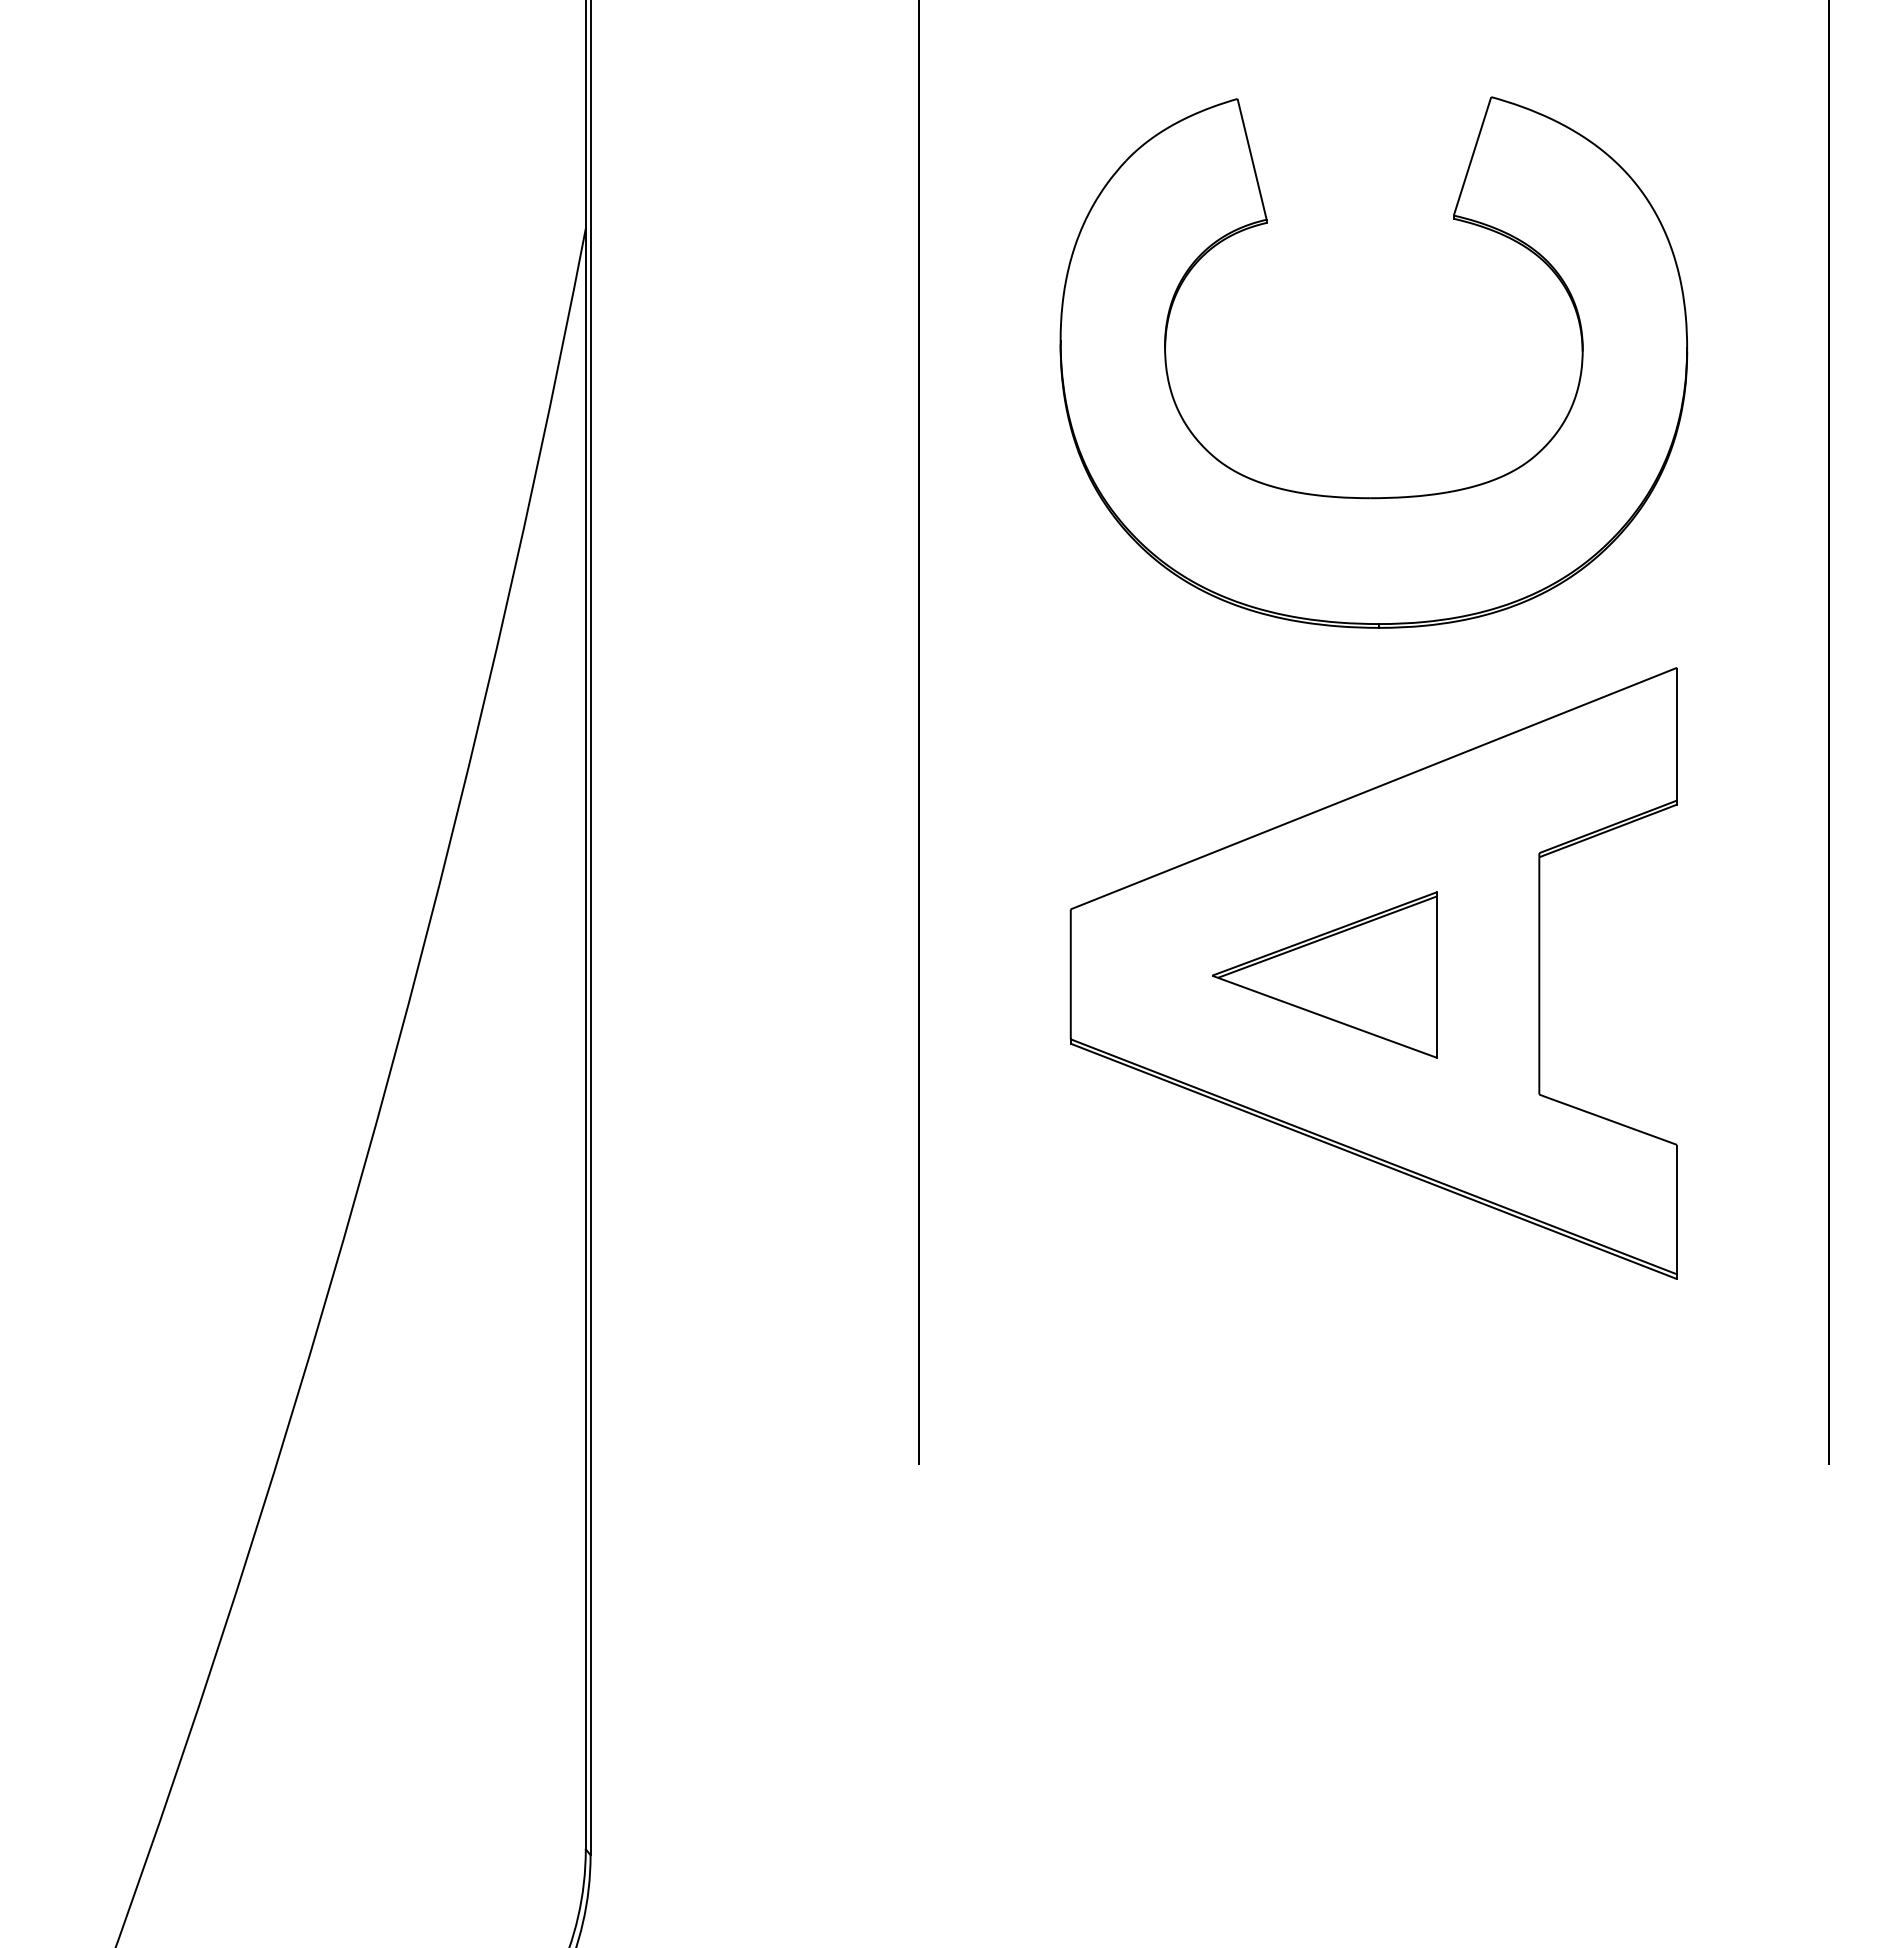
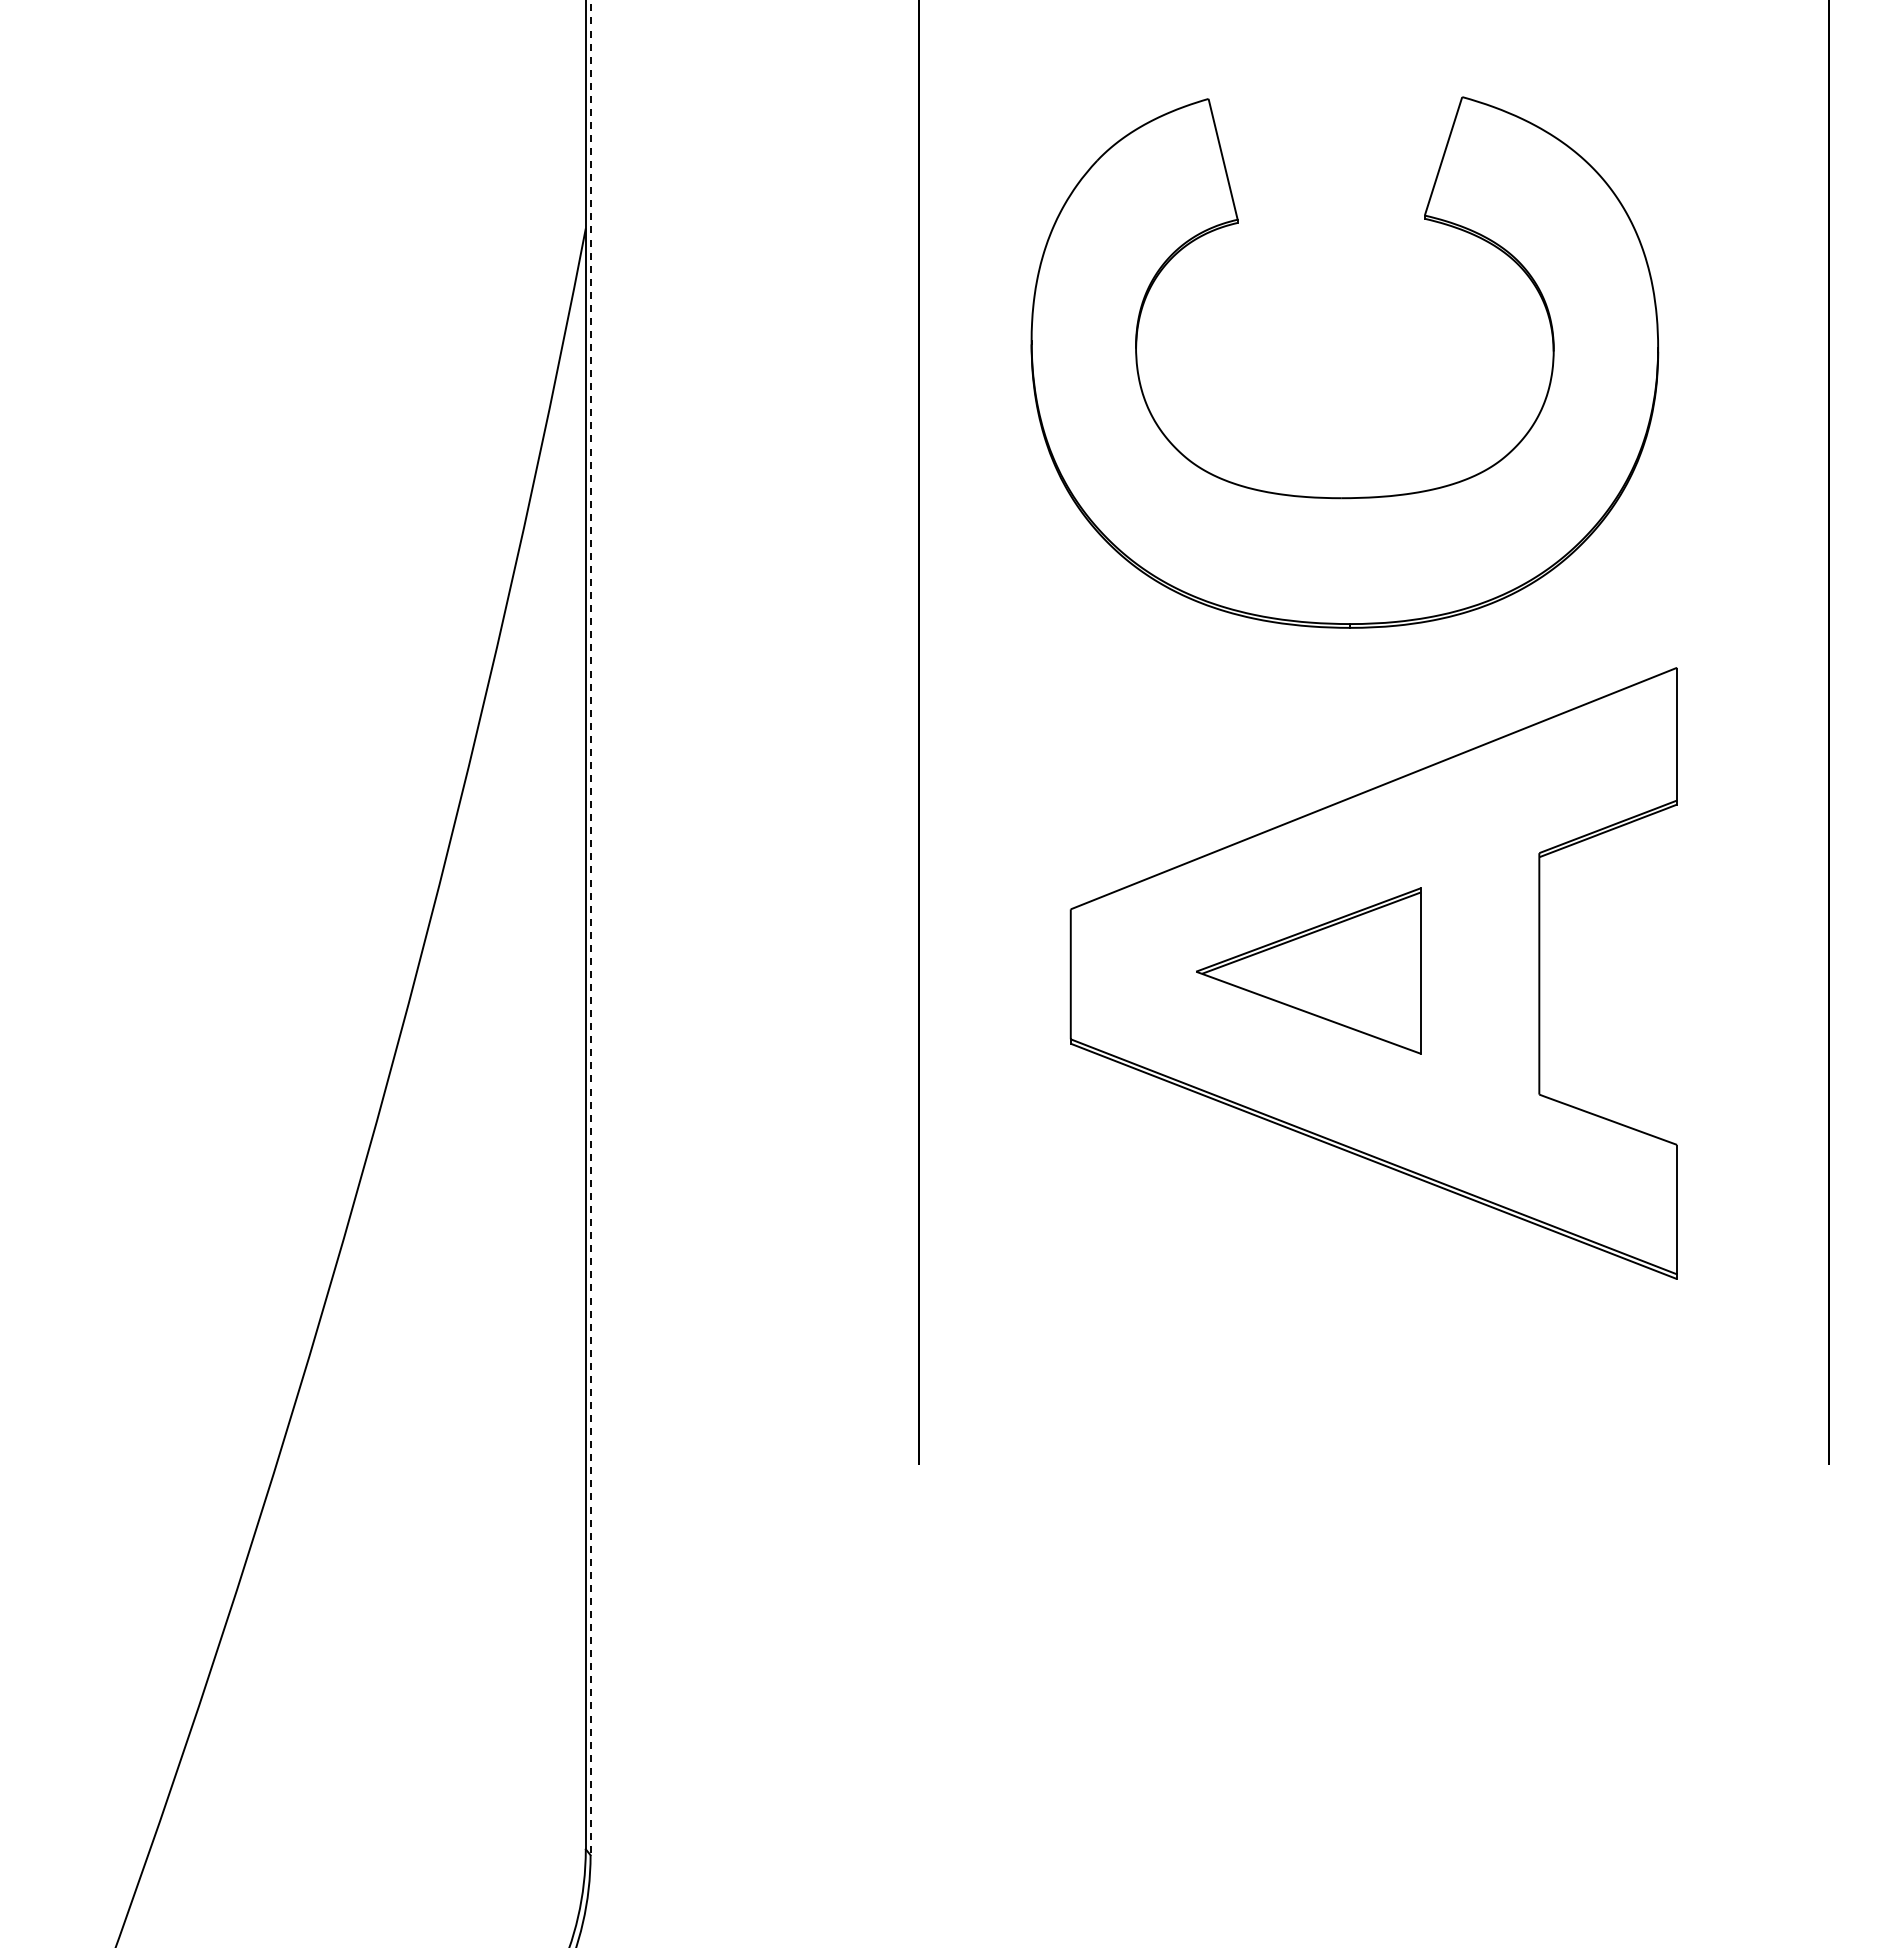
part at (1373, 497) position: (1373, 497) -> (1344, 497)
line at (590, 928): solid -> dashed
part at (1324, 974) position: (1324, 974) -> (1308, 970)
